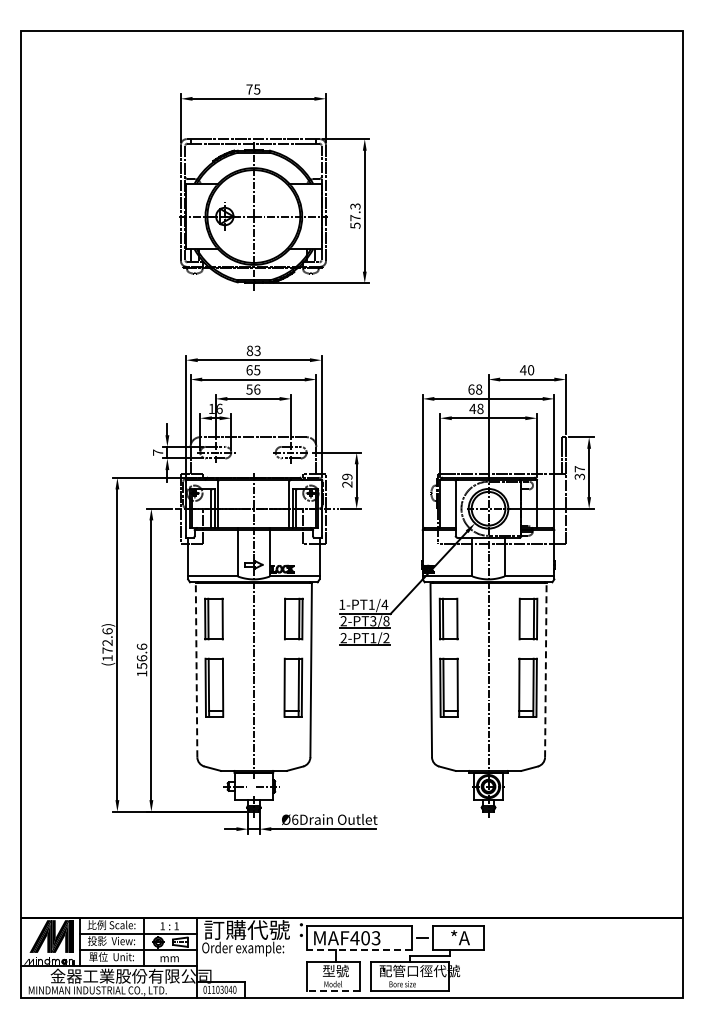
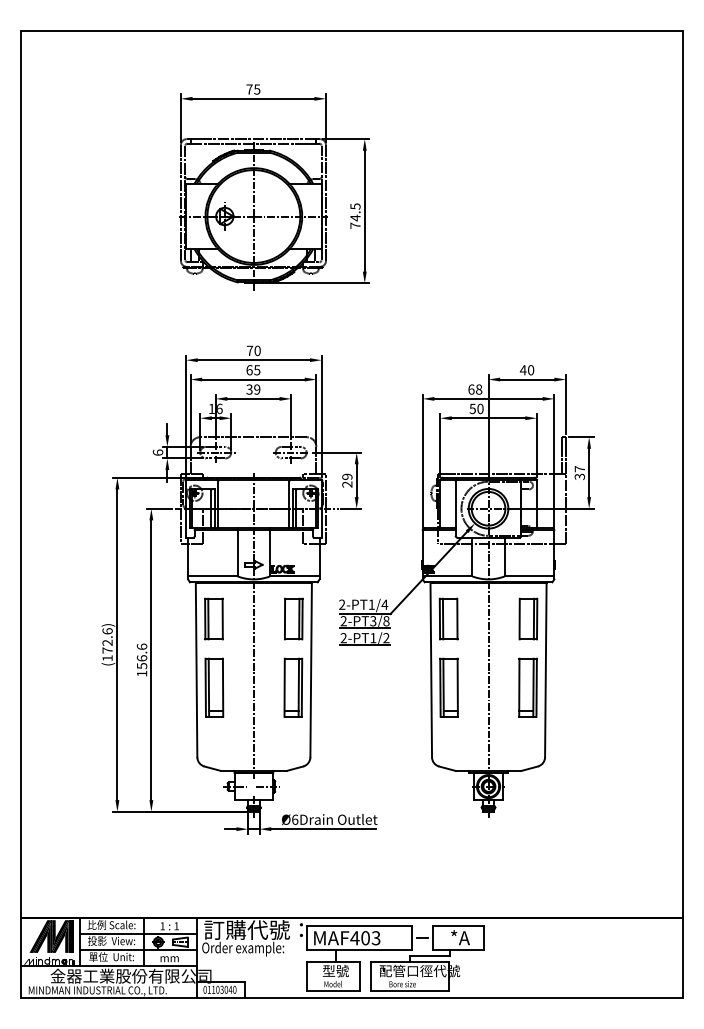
text at (355, 215): 57.3 -> 74.5
text at (253, 350): 83 -> 70
text at (253, 389): 56 -> 39
text at (476, 408): 48 -> 50
text at (157, 452): 7 -> 6
text at (342, 604): 1-PT1/4 -> 2-PT1/4
line at (196, 669): dashed -> solid
line at (545, 669): dashed -> solid
line at (359, 950): dashed -> solid
line at (333, 991): dashed -> solid
